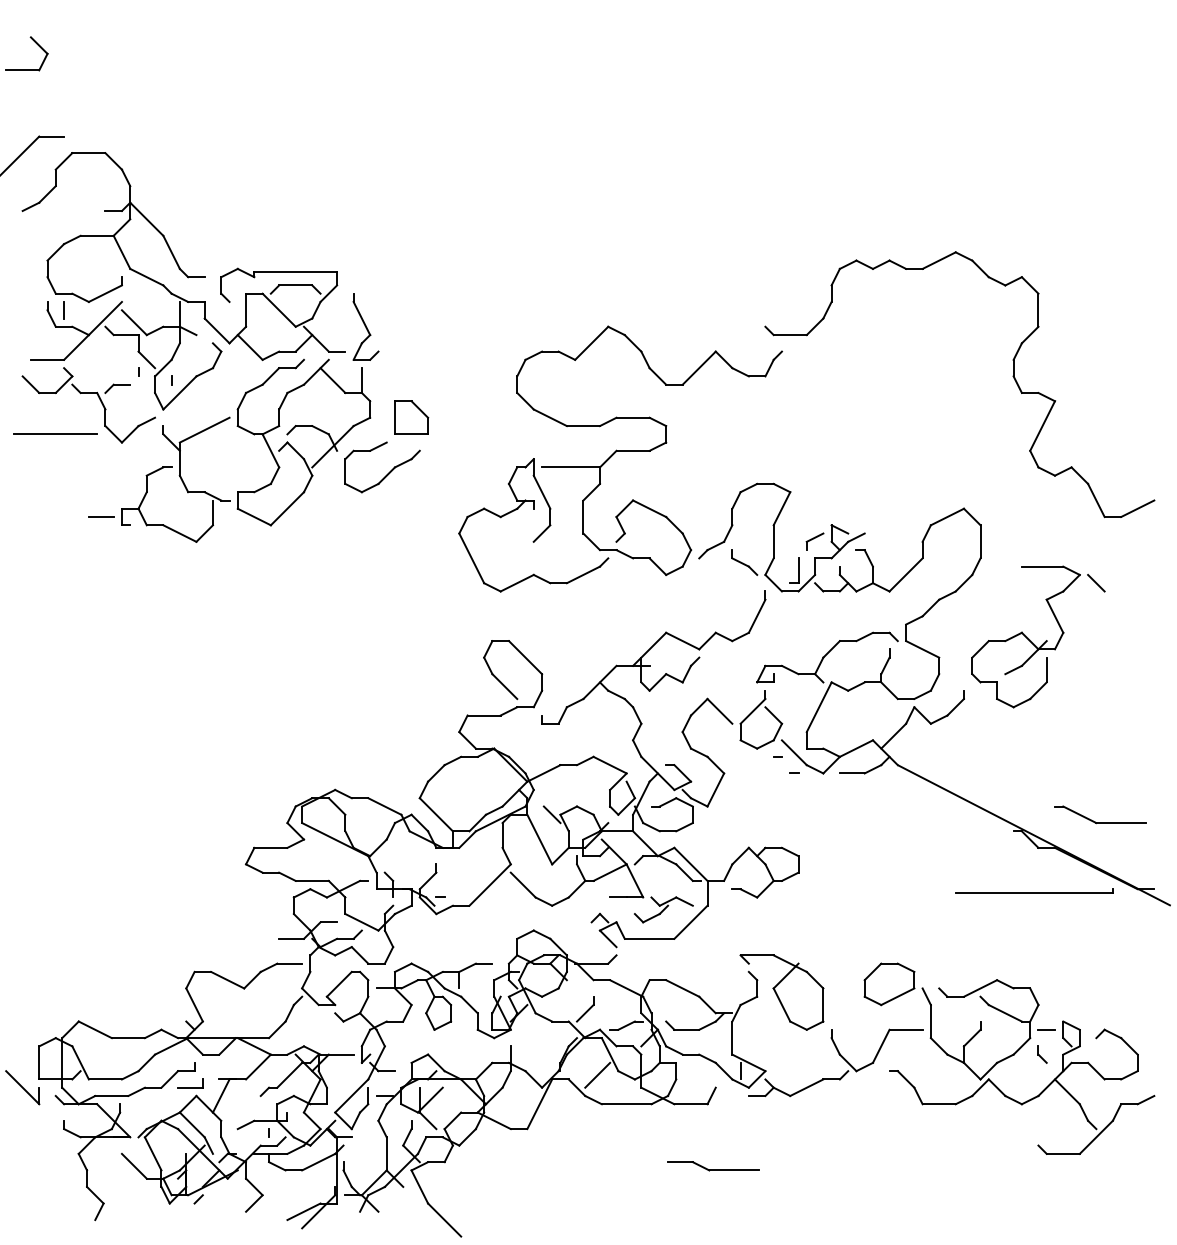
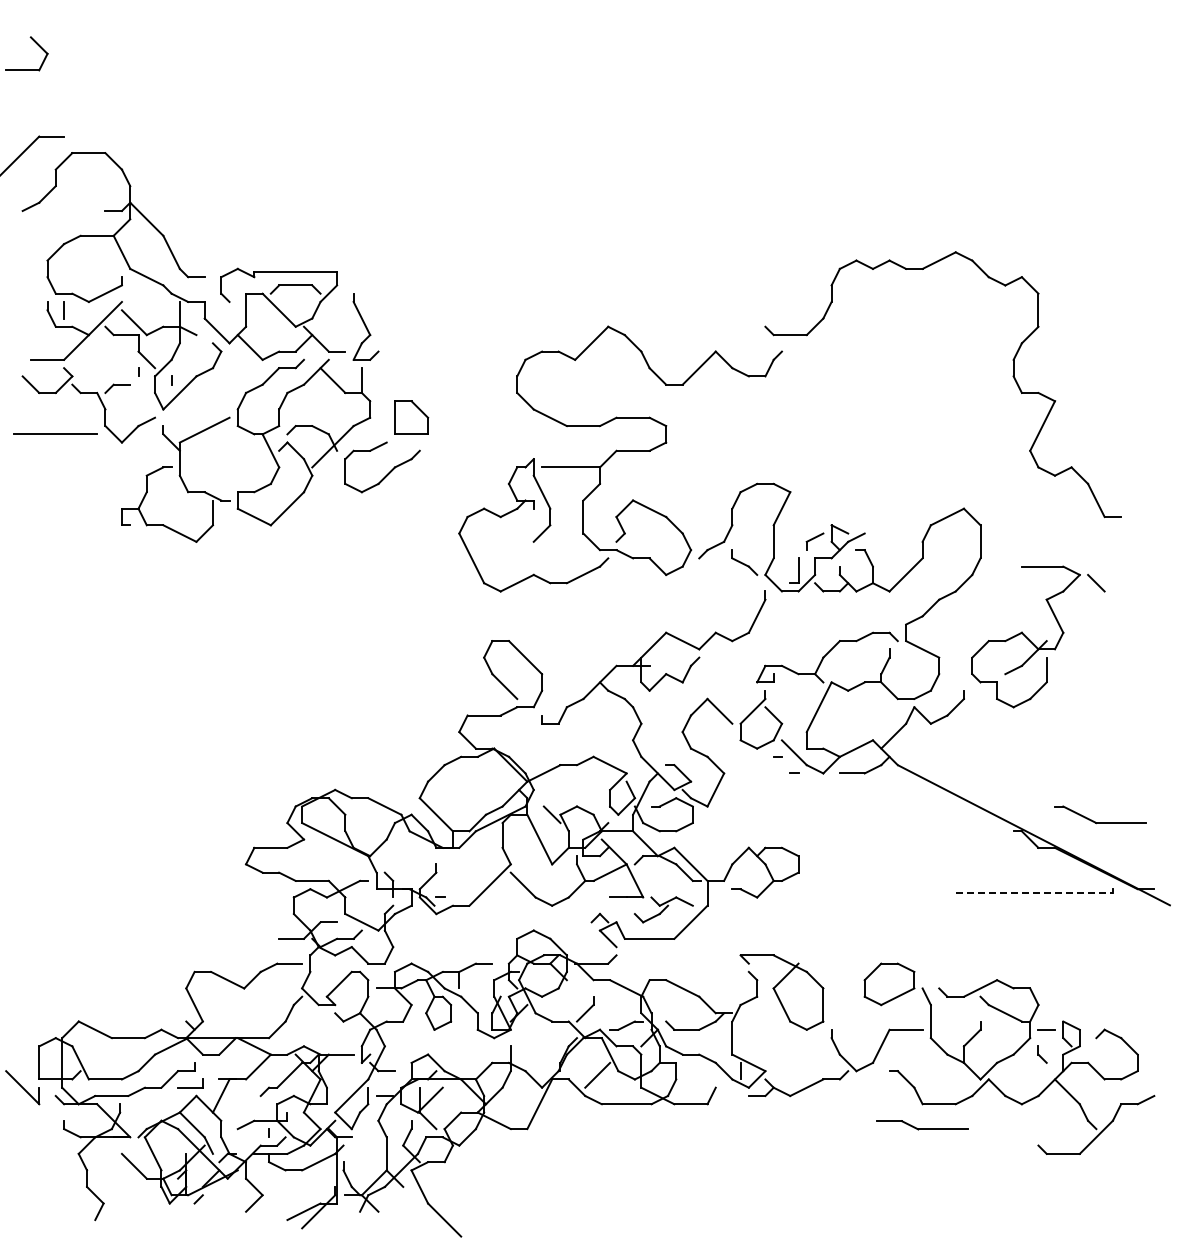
line at (1137, 508): present -> none
line at (100, 517): present -> none
line at (1034, 893): solid -> dashed
part at (713, 1166) position: (713, 1166) -> (922, 1125)
